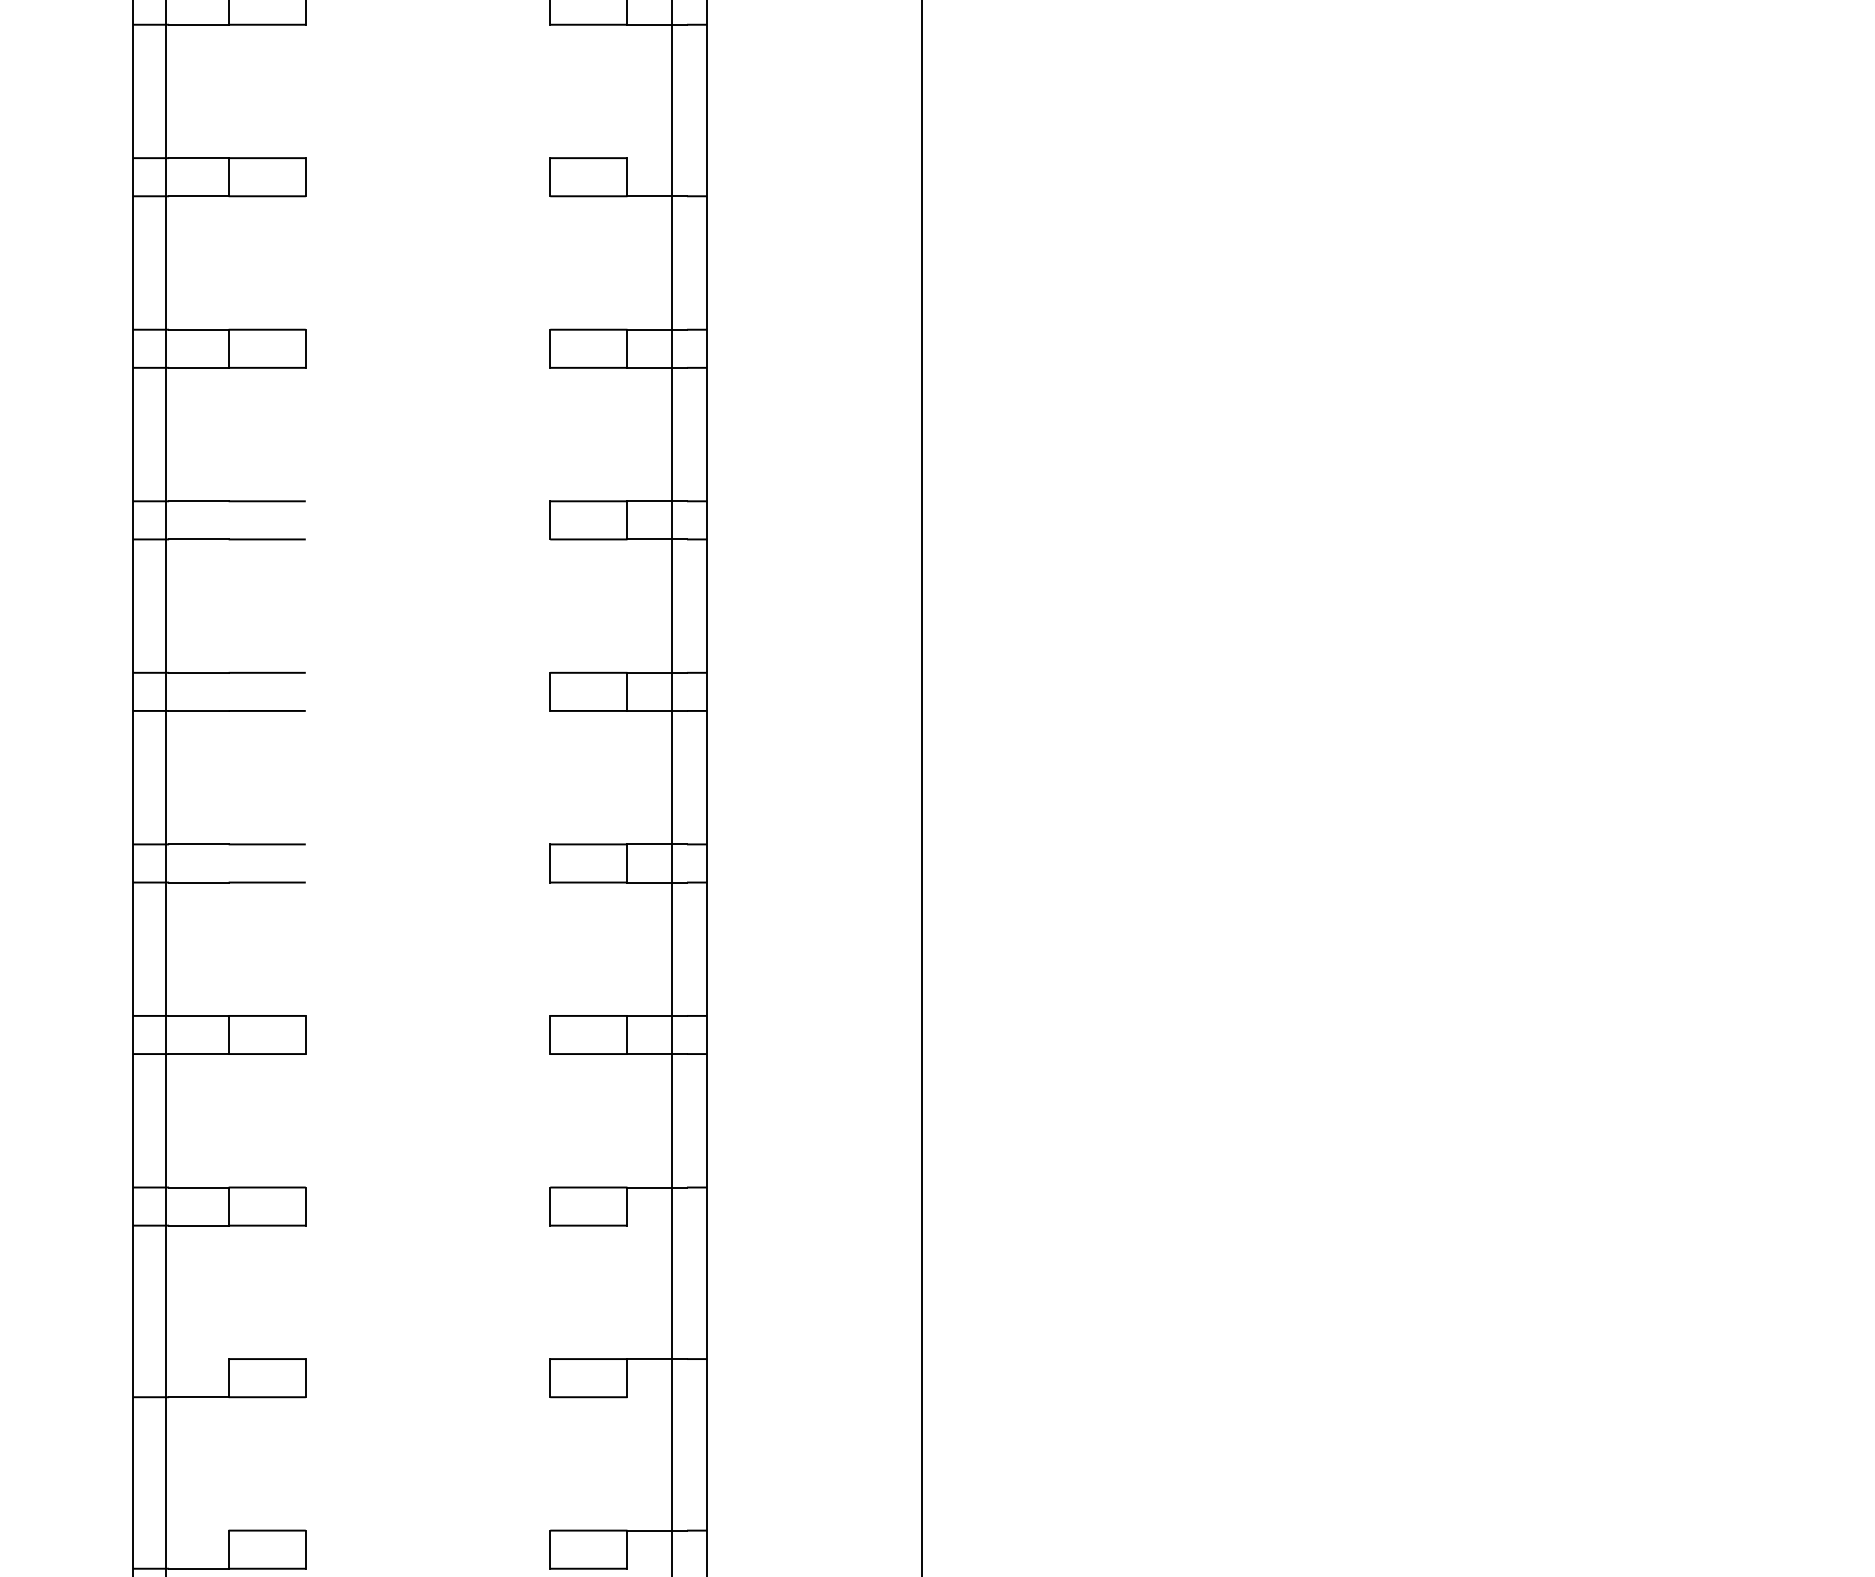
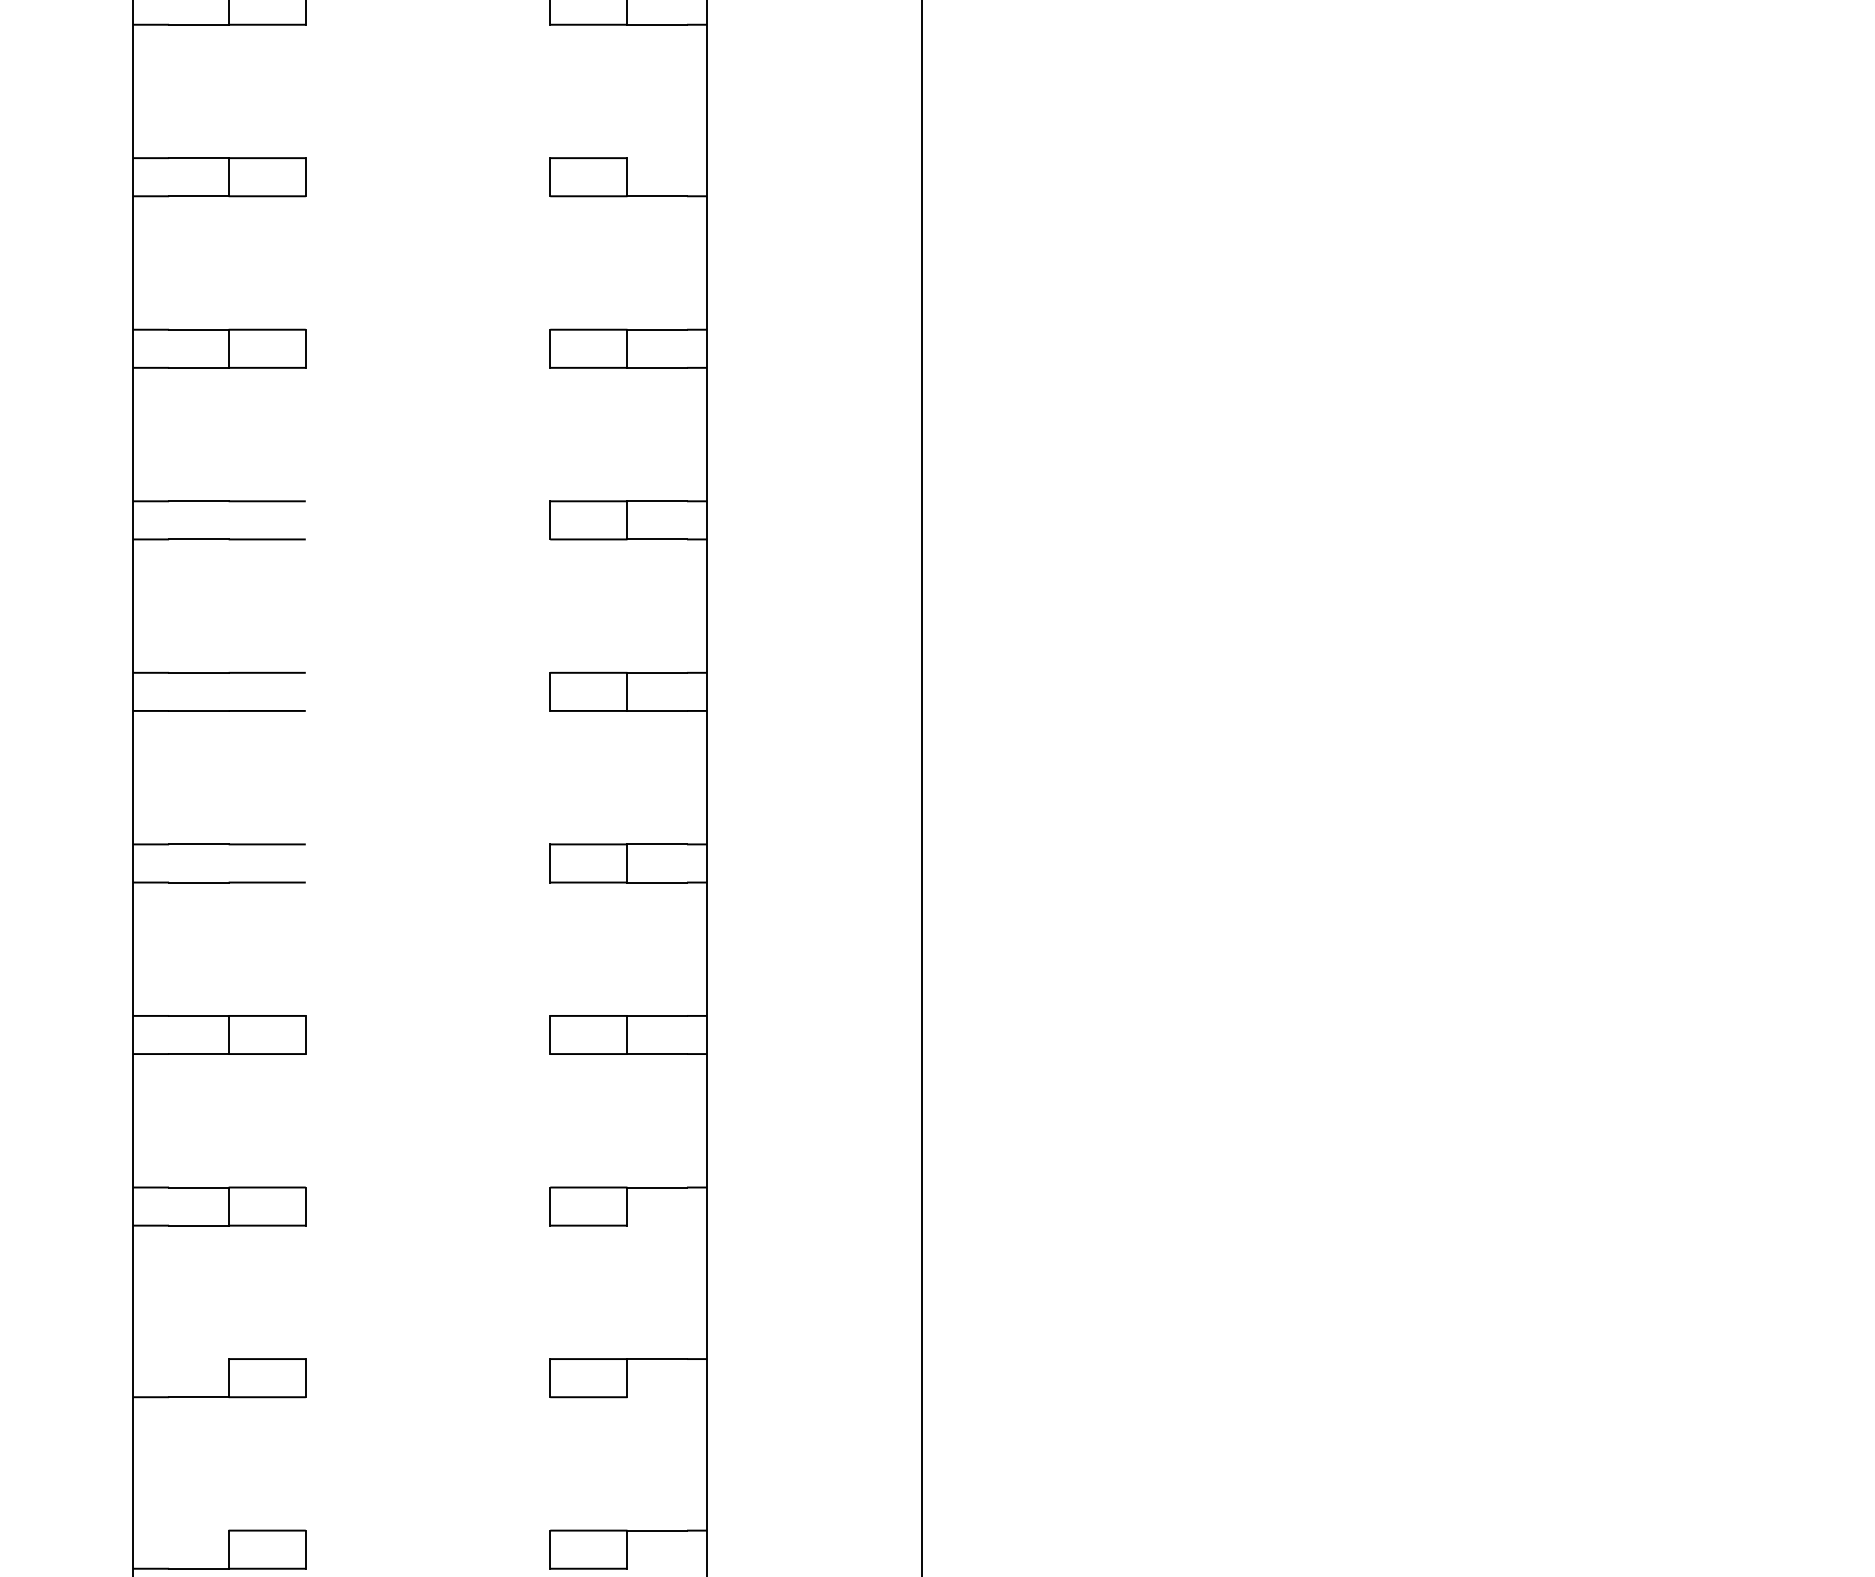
line at (165, 787): present -> none
line at (672, 787): present -> none
